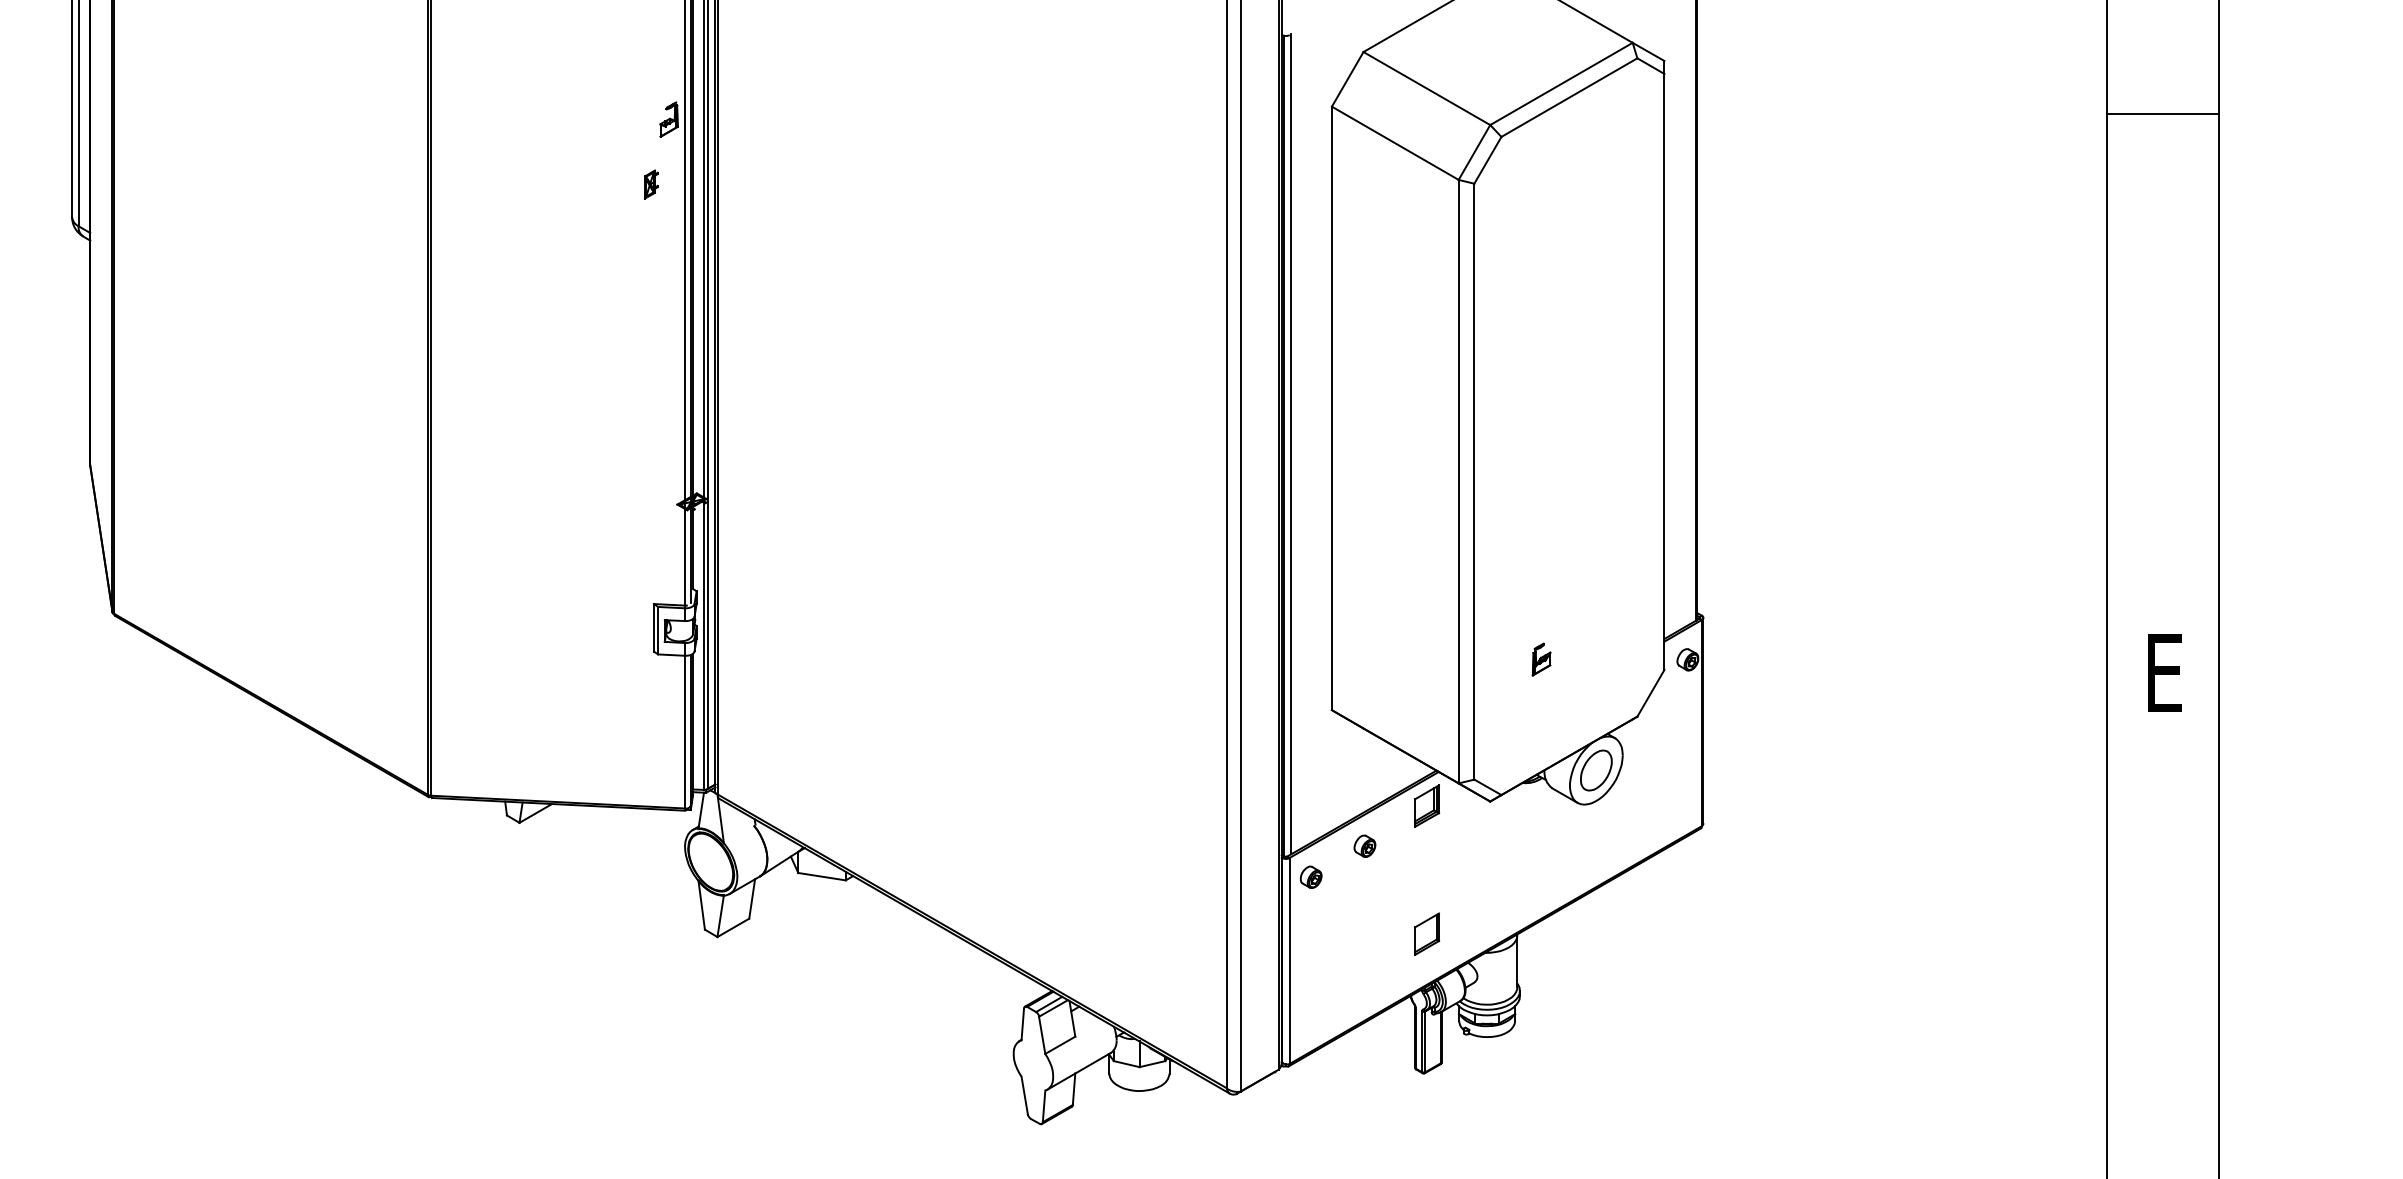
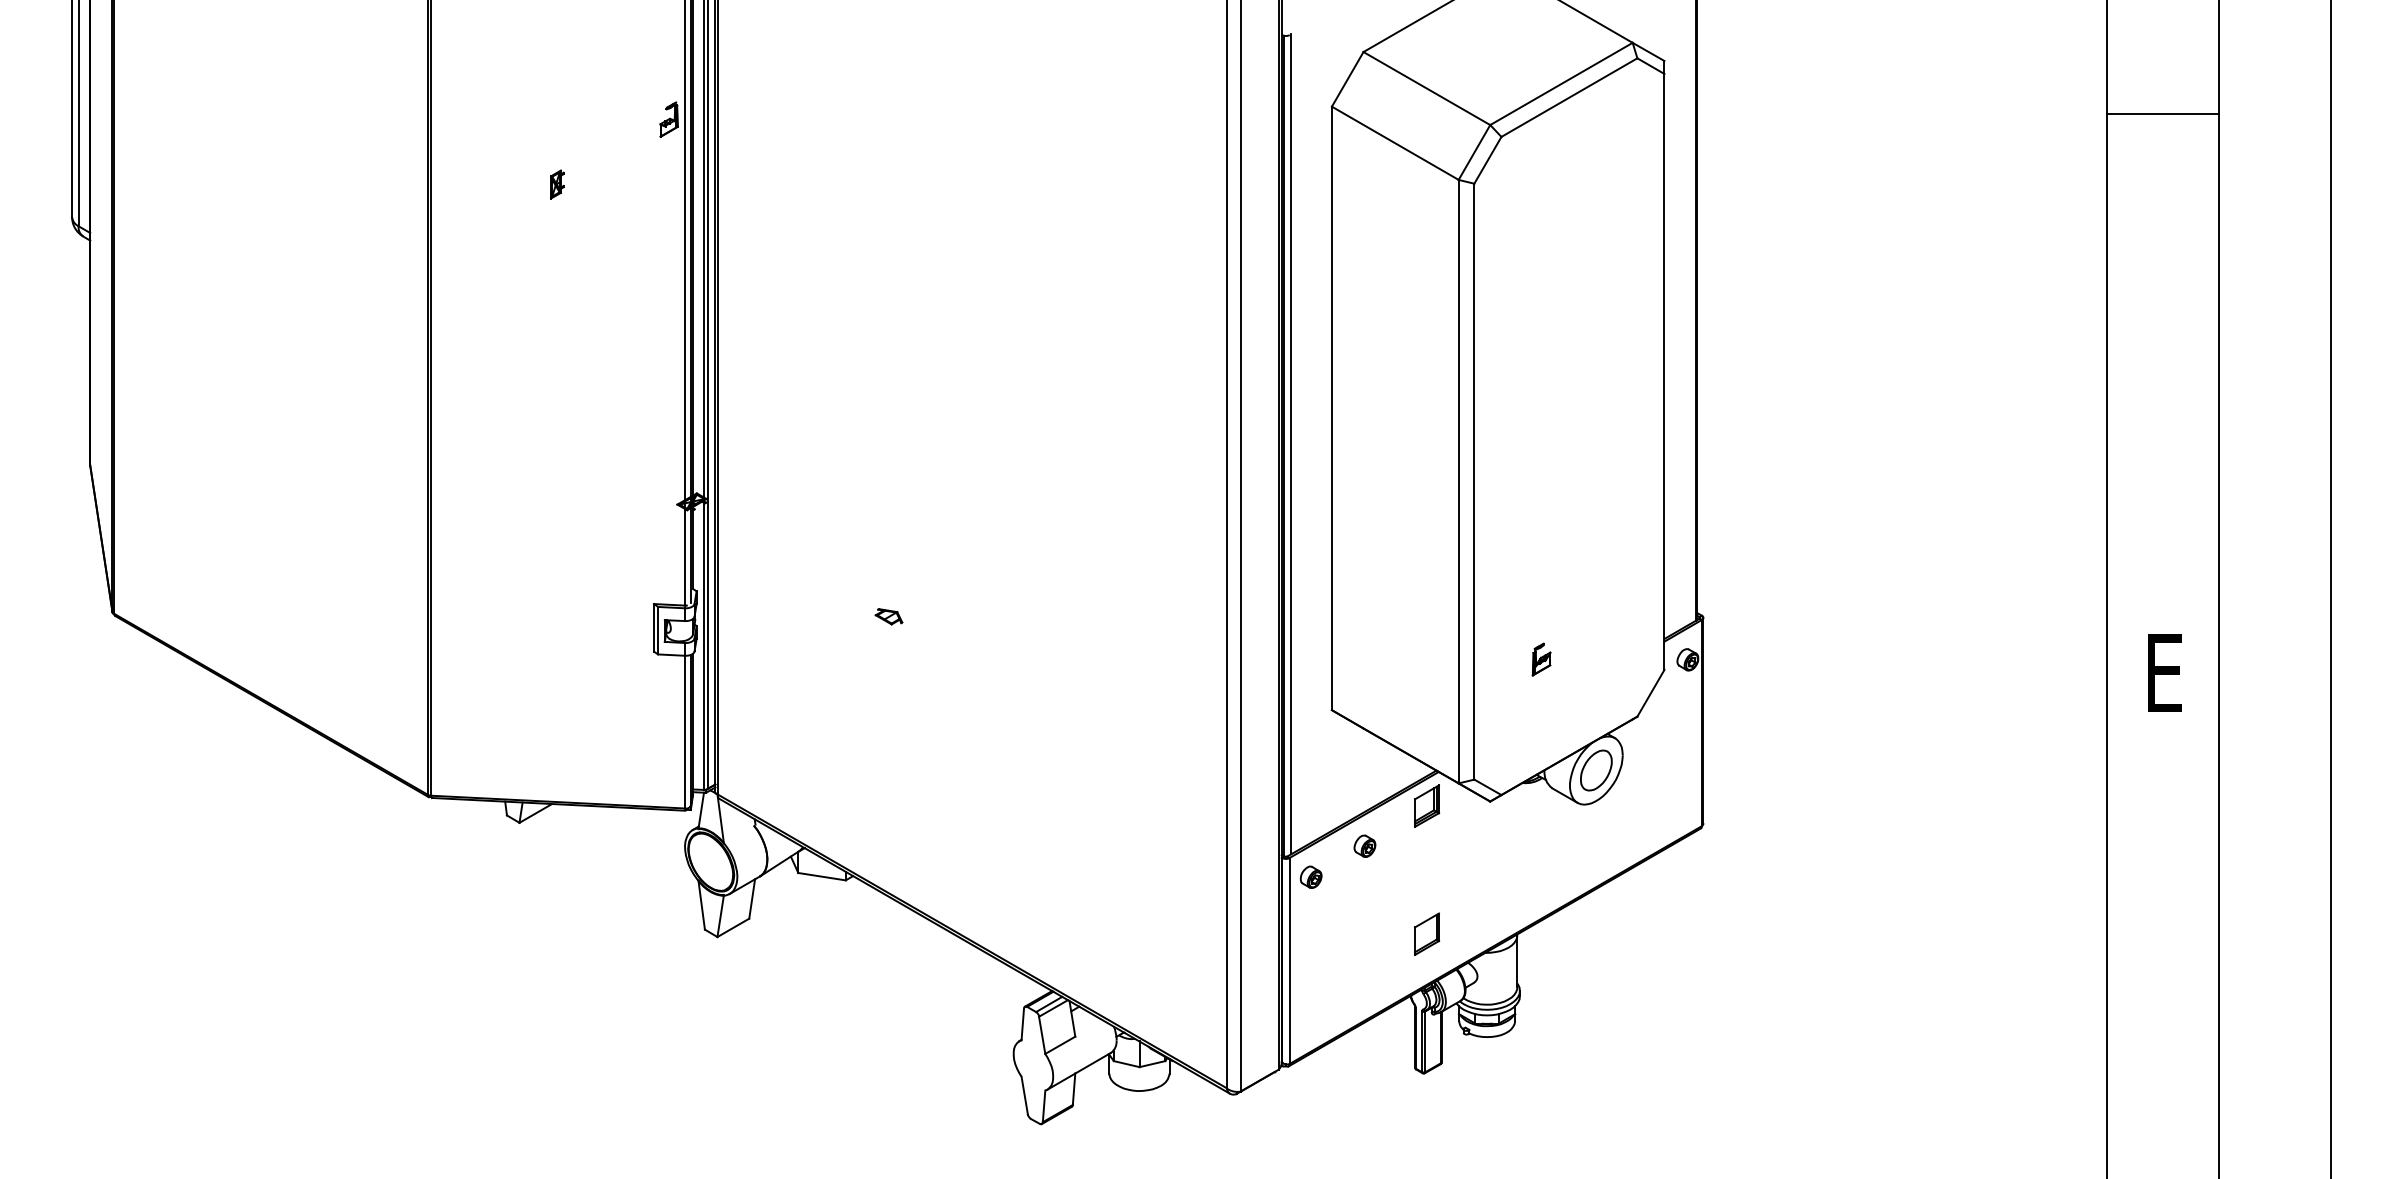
part at (651, 184) position: (651, 184) -> (557, 184)
line at (2330, 588): none -> present
part at (888, 616): none -> present
